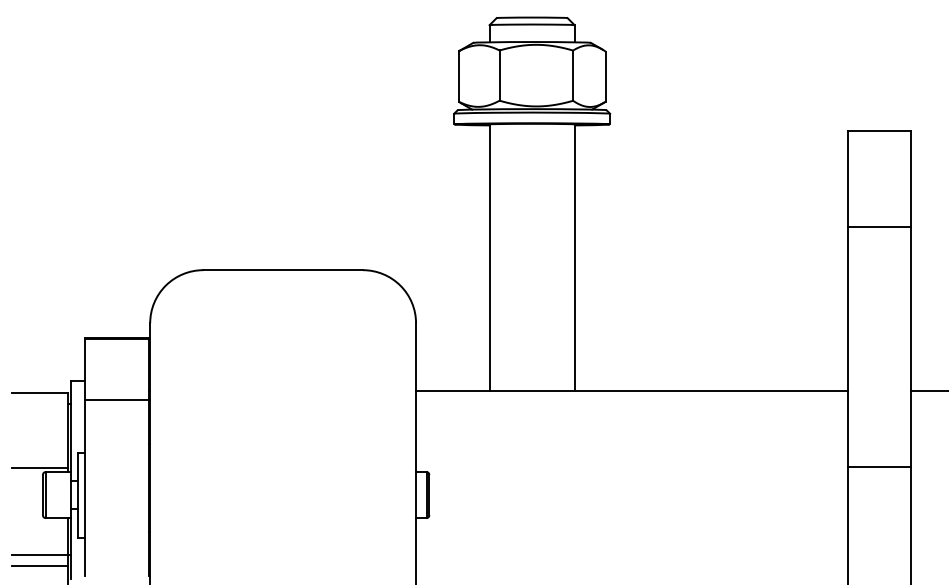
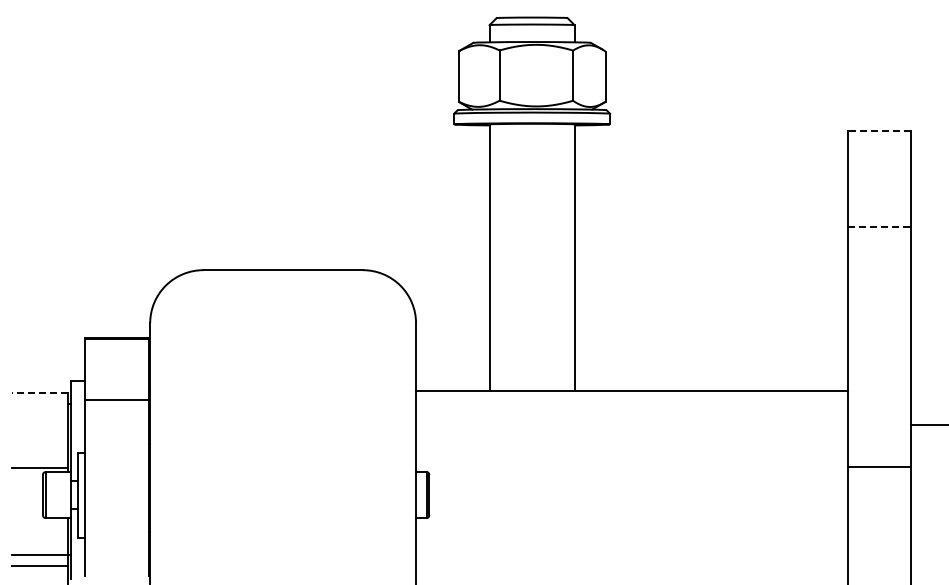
line at (879, 130): solid -> dashed
line at (879, 226): solid -> dashed
line at (928, 391) position: (928, 391) -> (928, 425)
line at (39, 393): solid -> dashed
